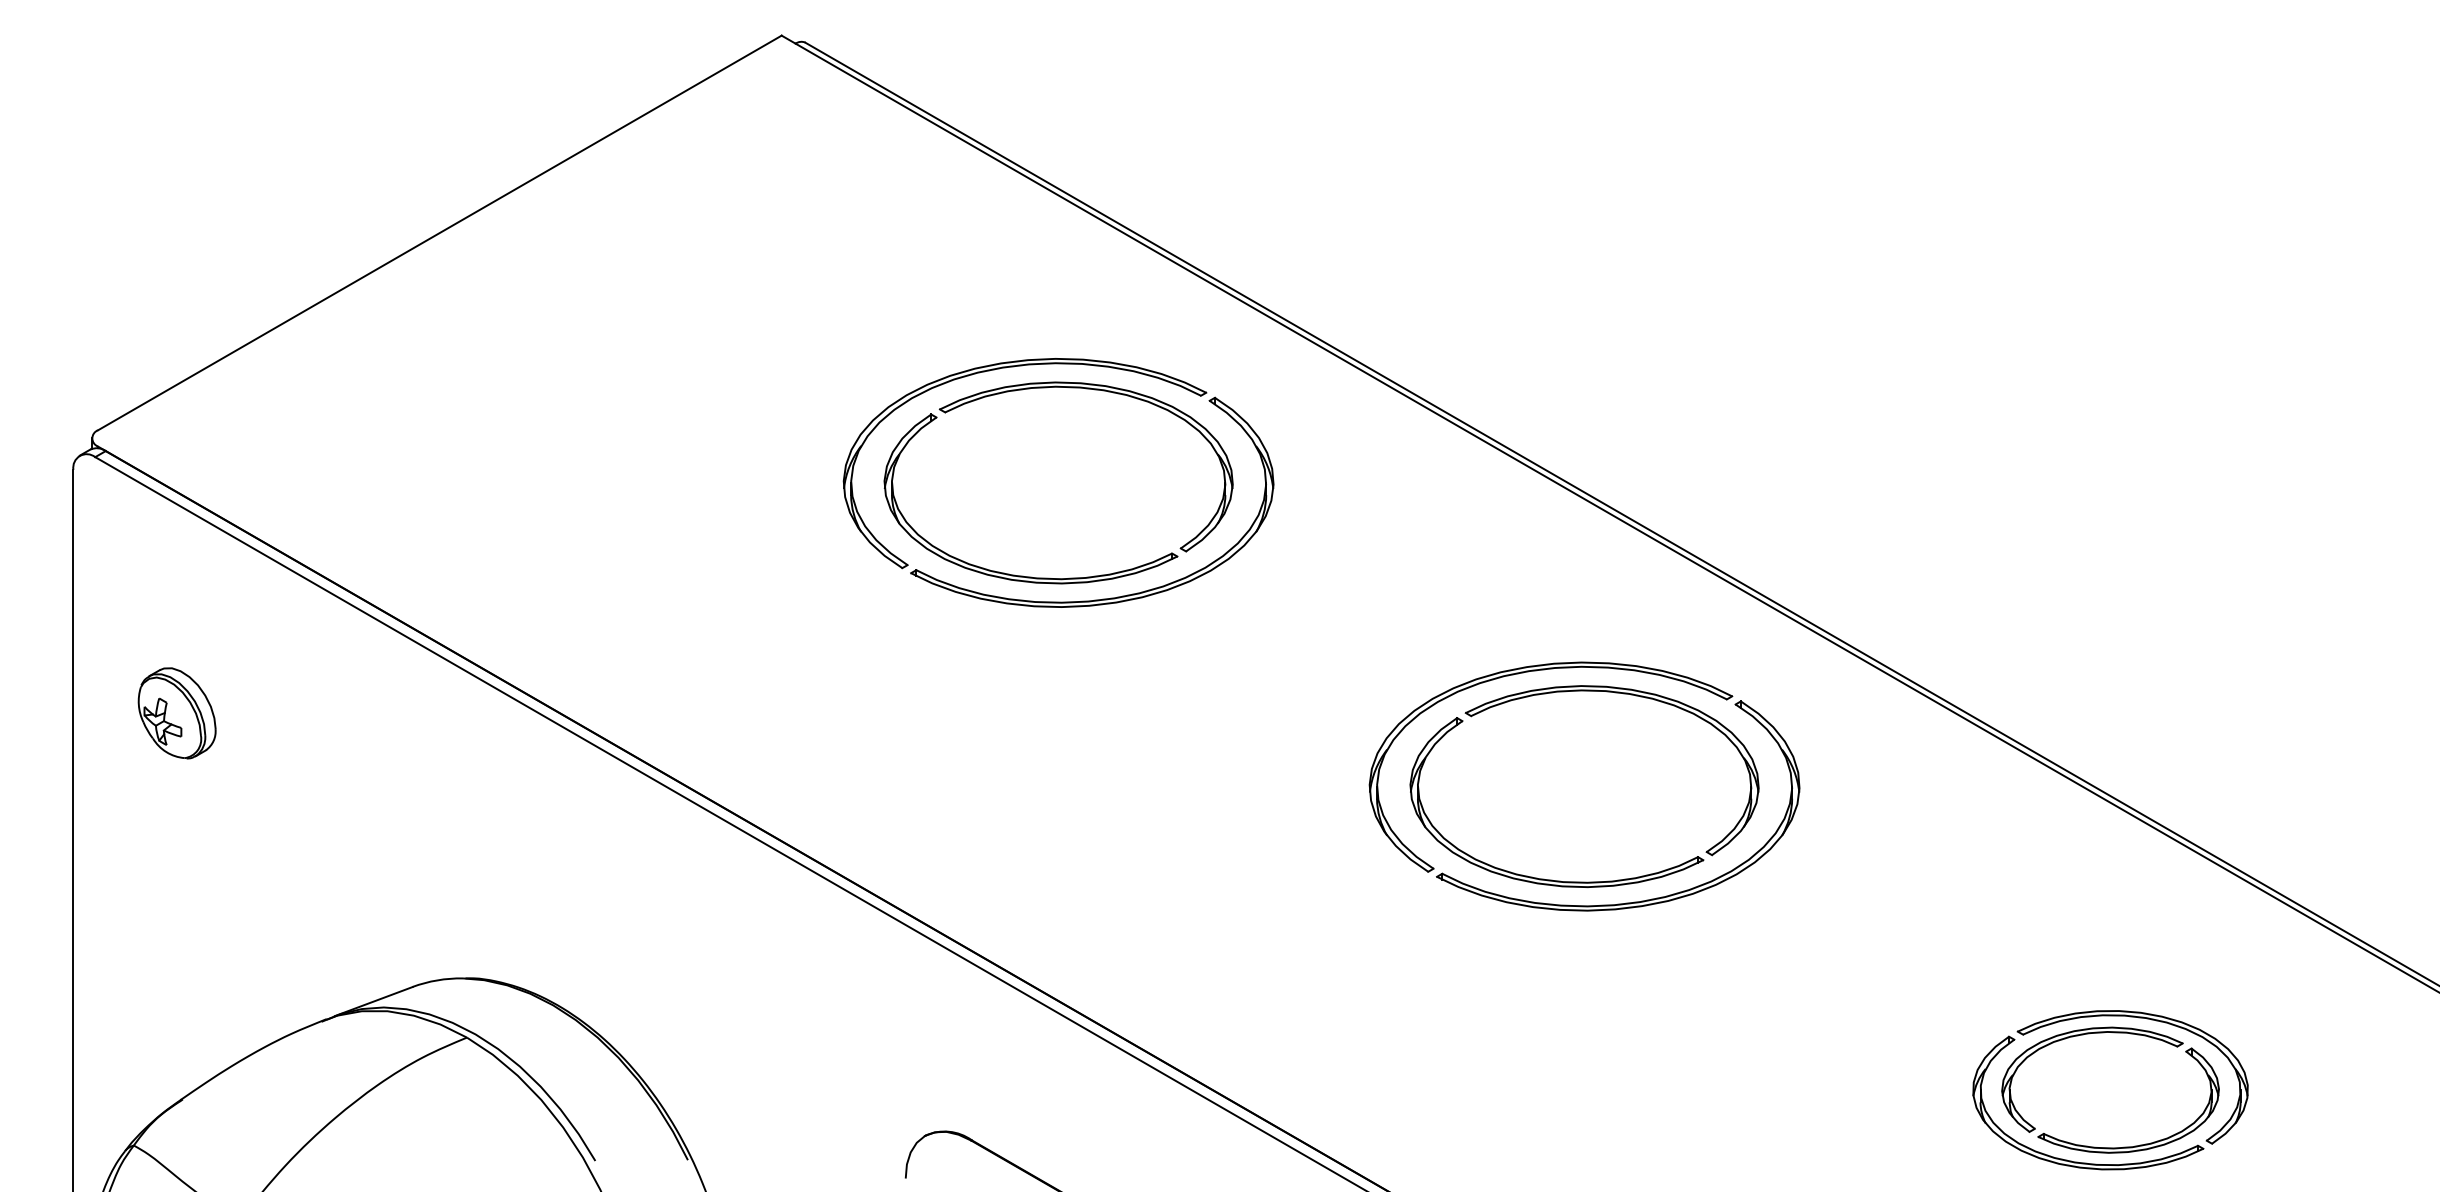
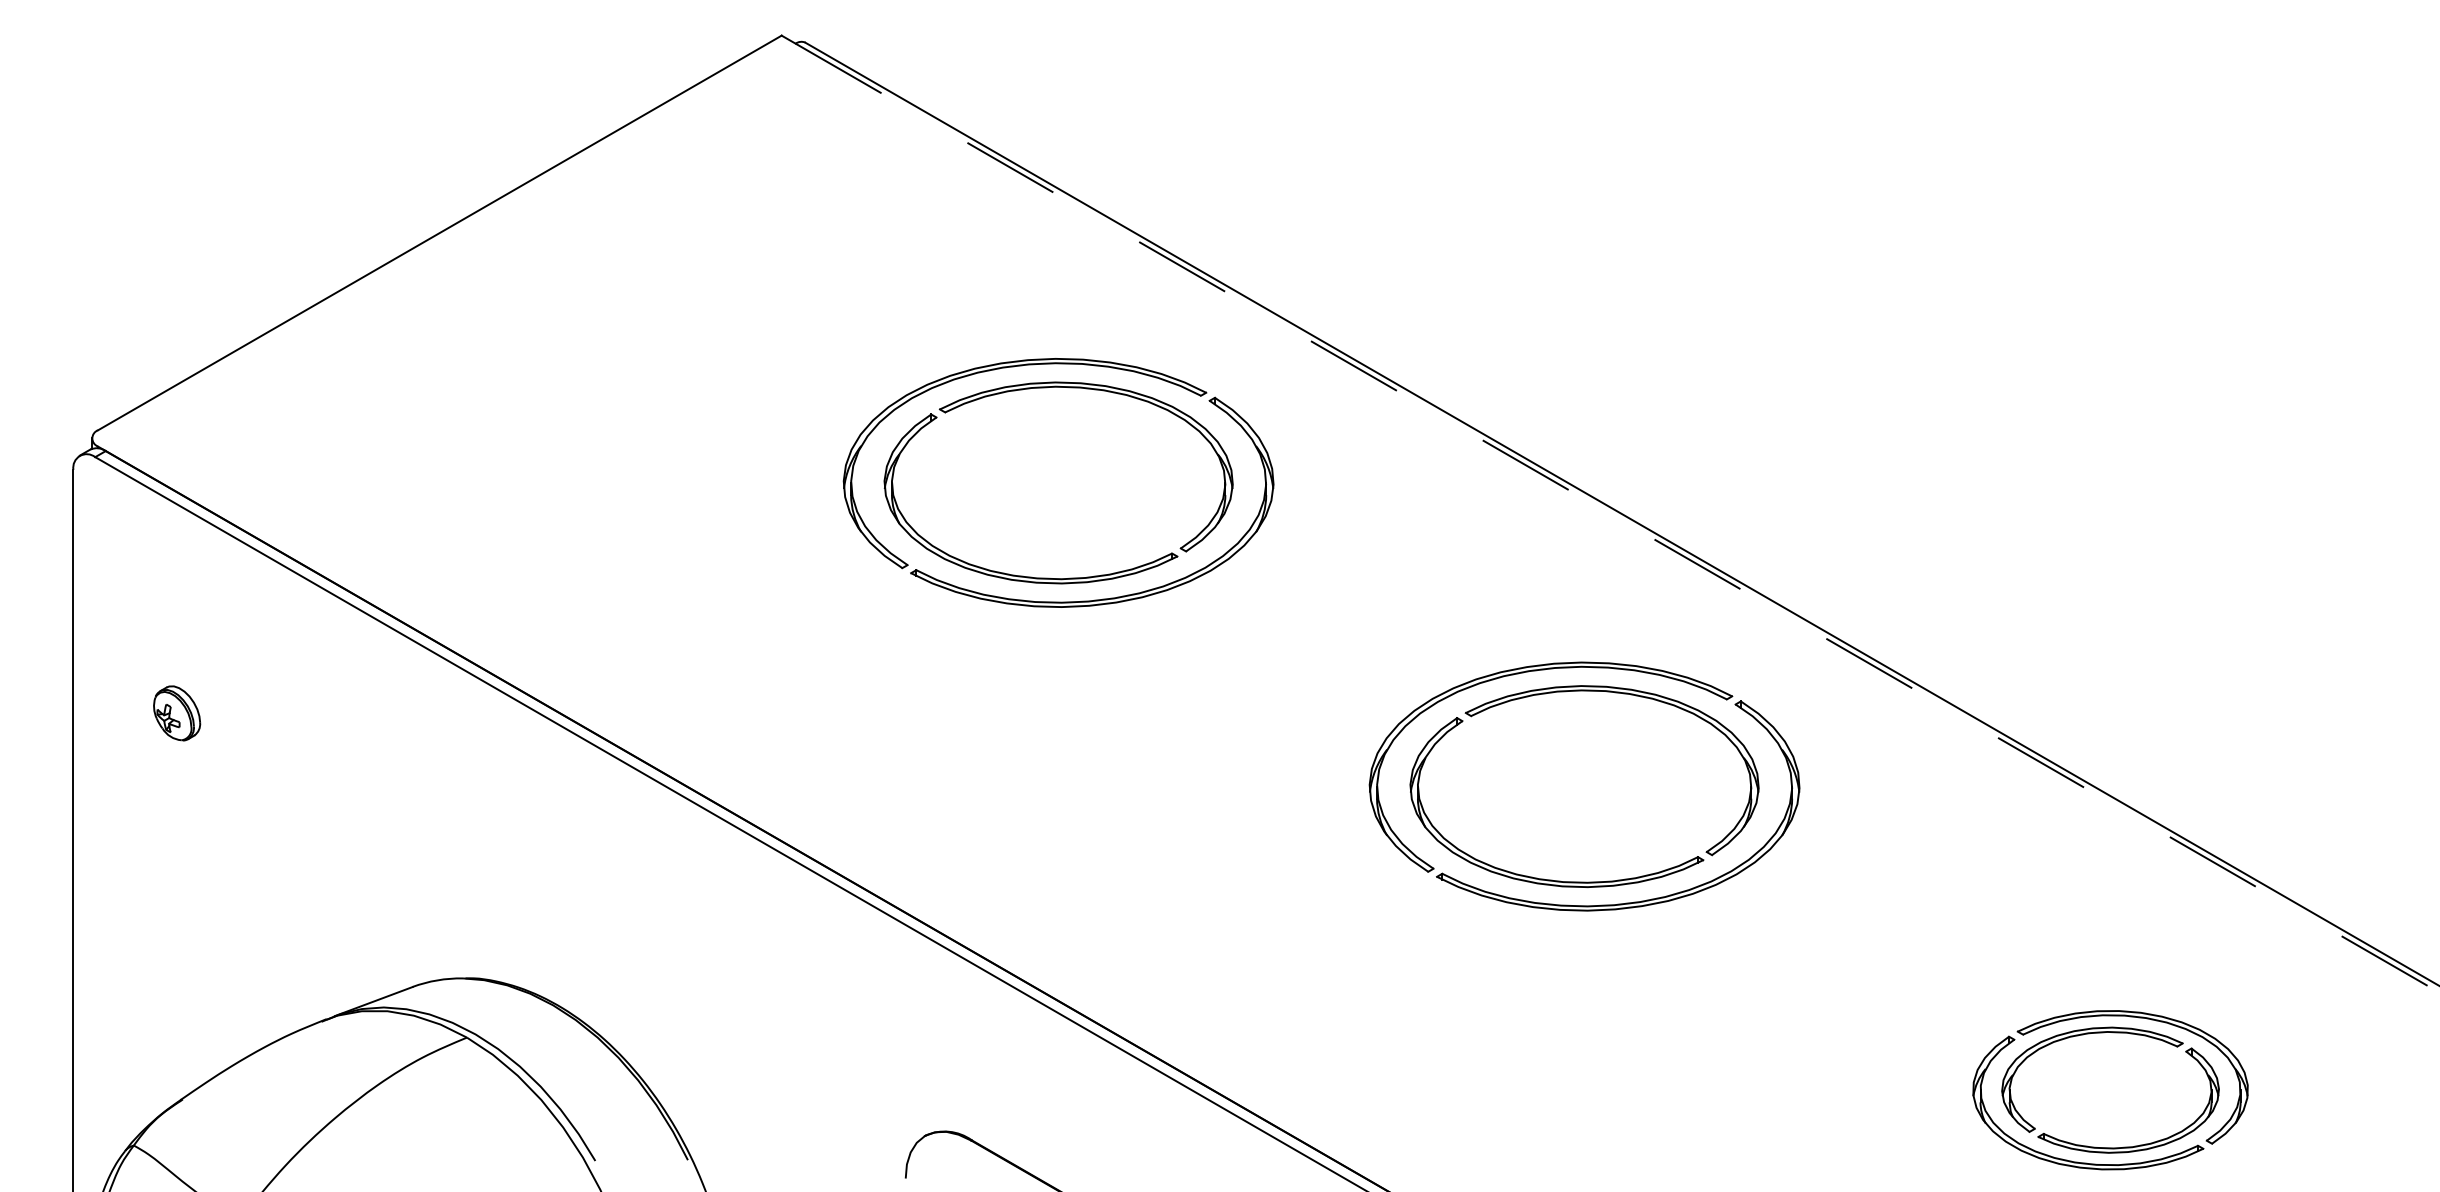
line at (1617, 518): solid -> dashed
part at (176, 713) size: 80x93 px -> 49x57 px
